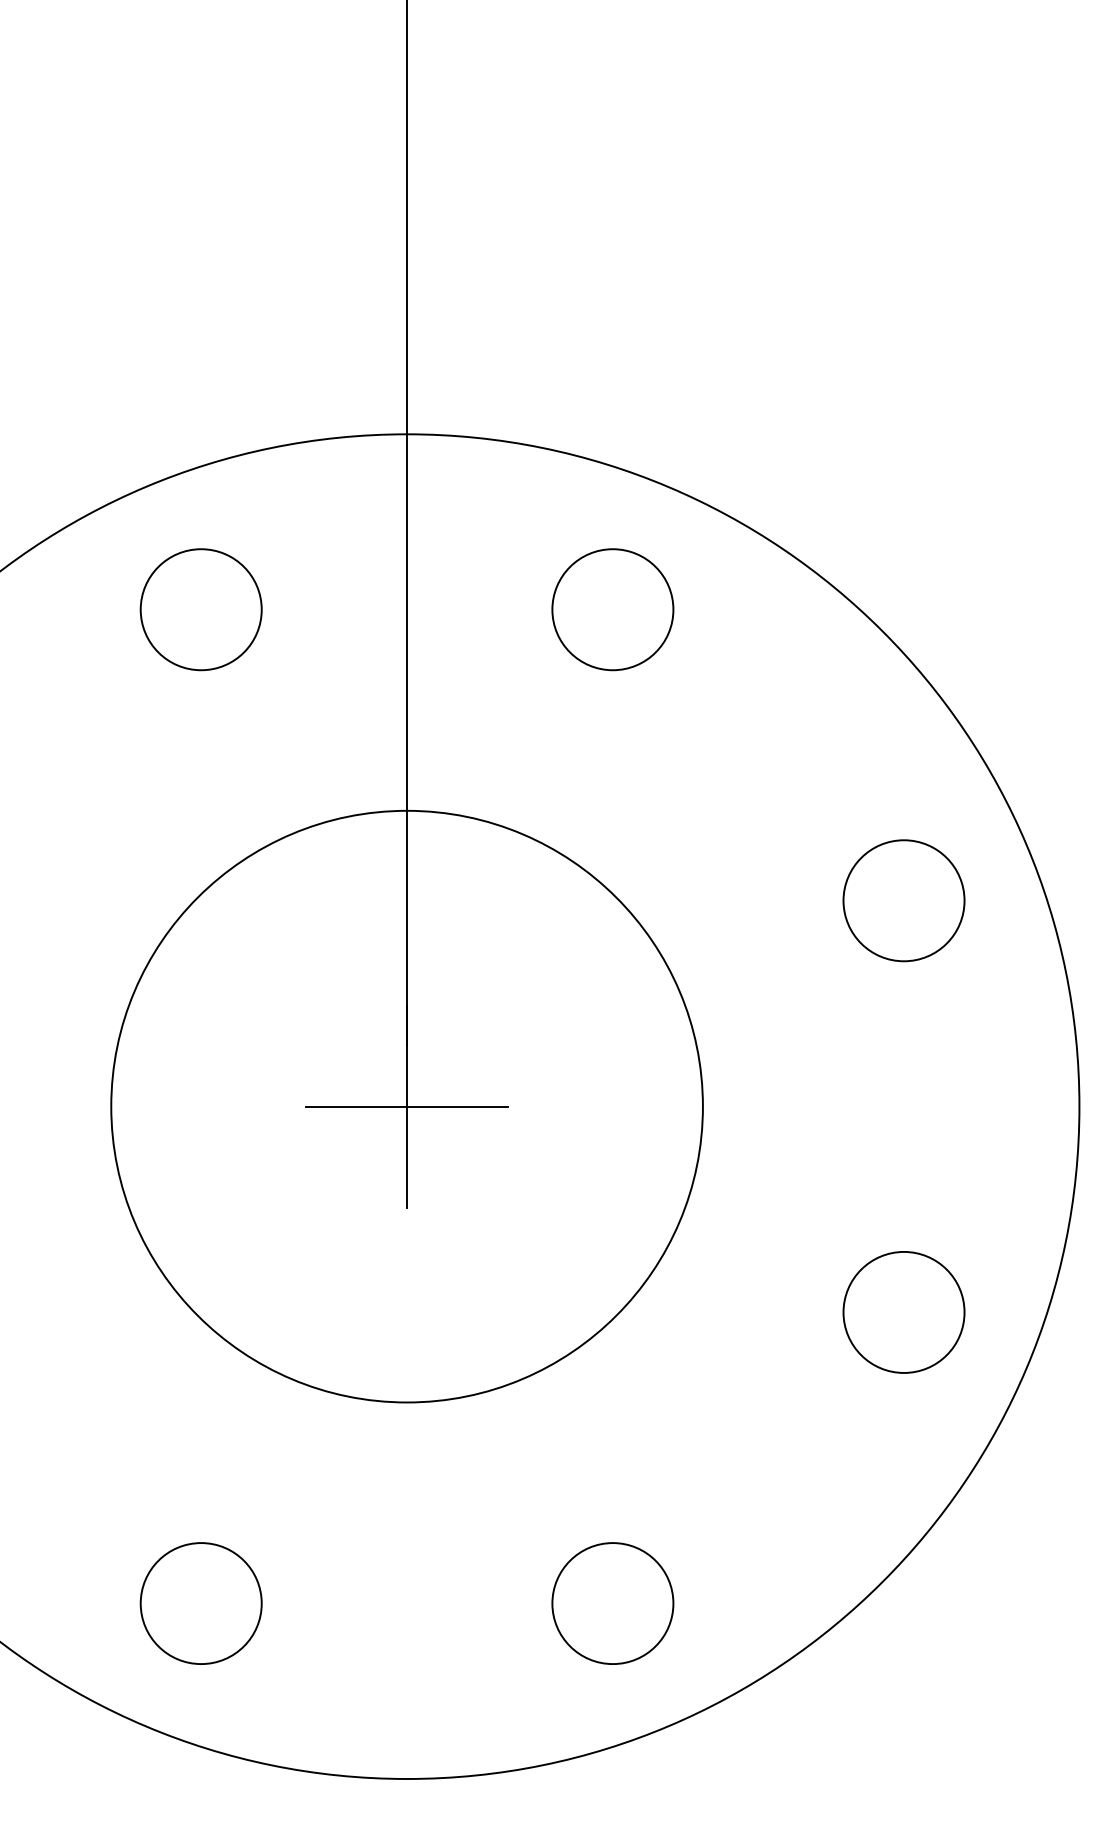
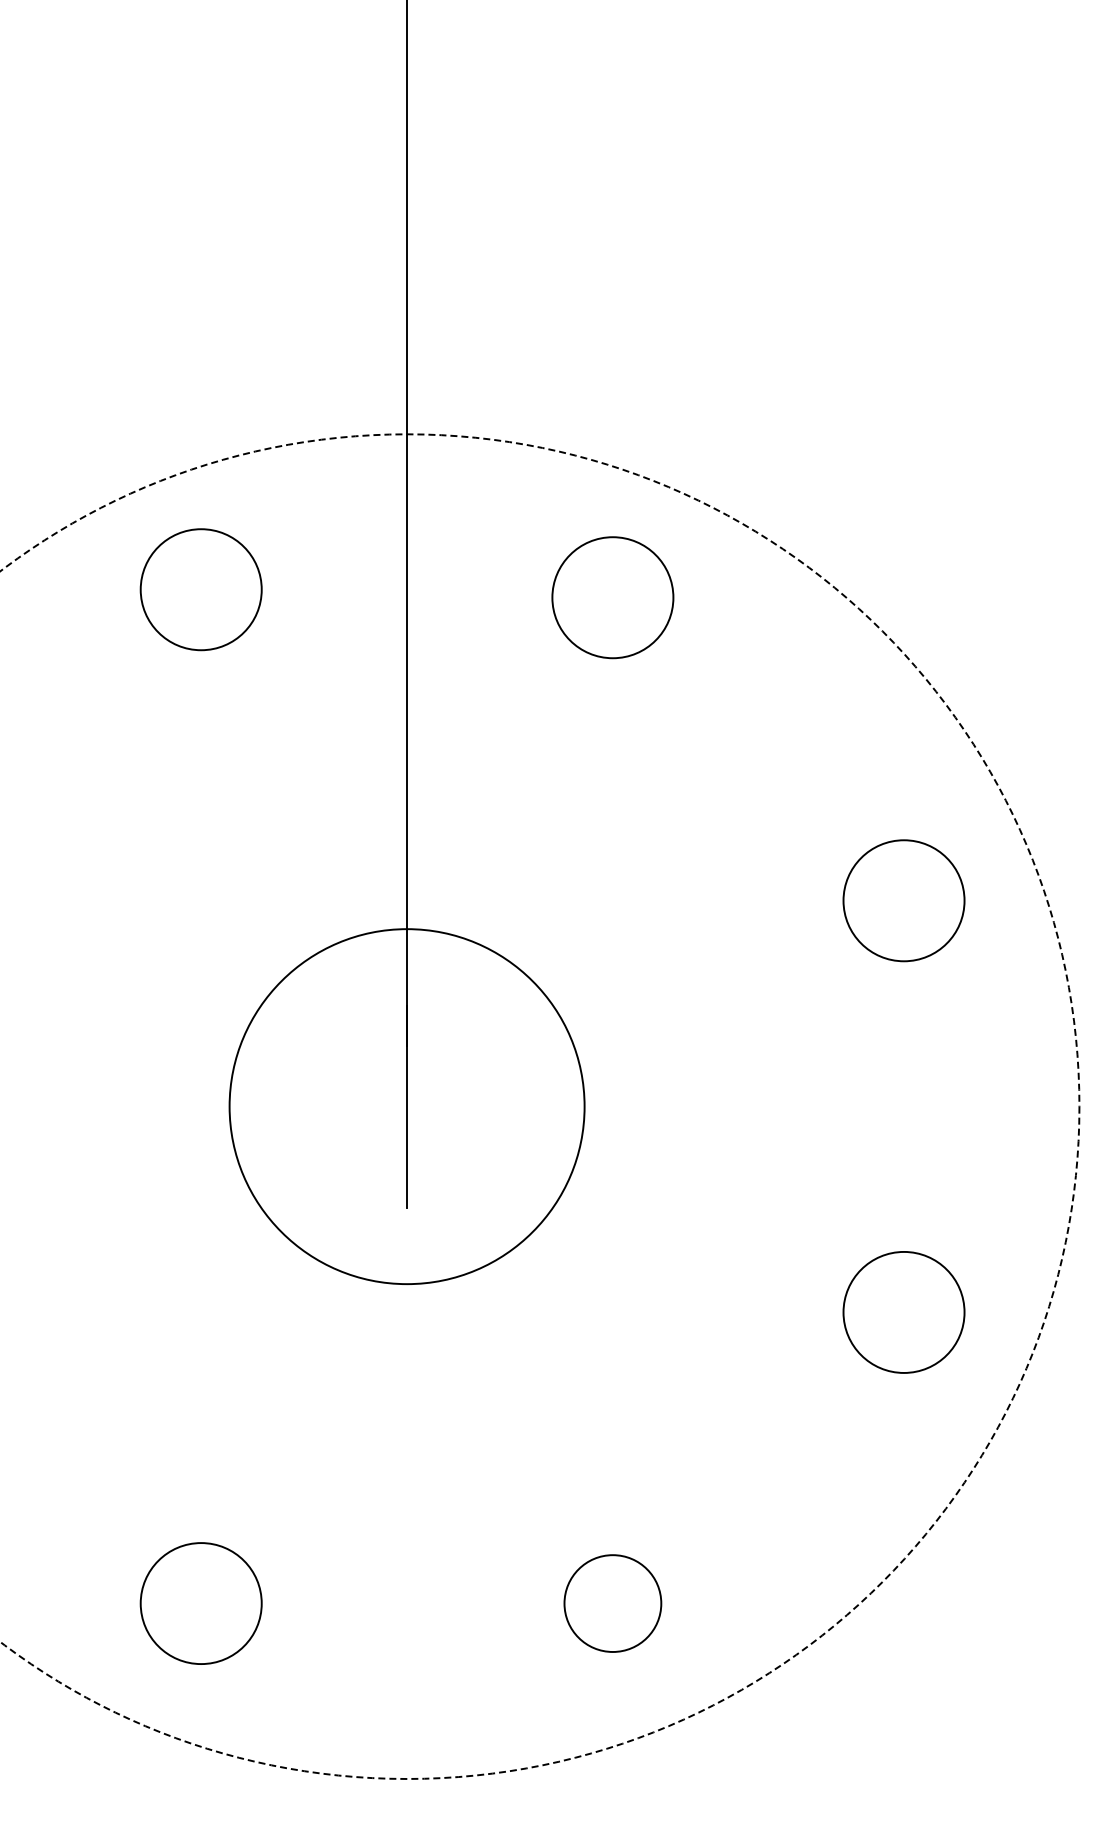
circle at (200, 609) position: (200, 609) -> (200, 589)
circle at (612, 609) position: (612, 609) -> (612, 597)
circle at (406, 1106) diameter: 592 px -> 355 px
line at (406, 1106): present -> none
circle at (539, 1106): solid -> dashed
circle at (612, 1603) diameter: 121 px -> 97 px
